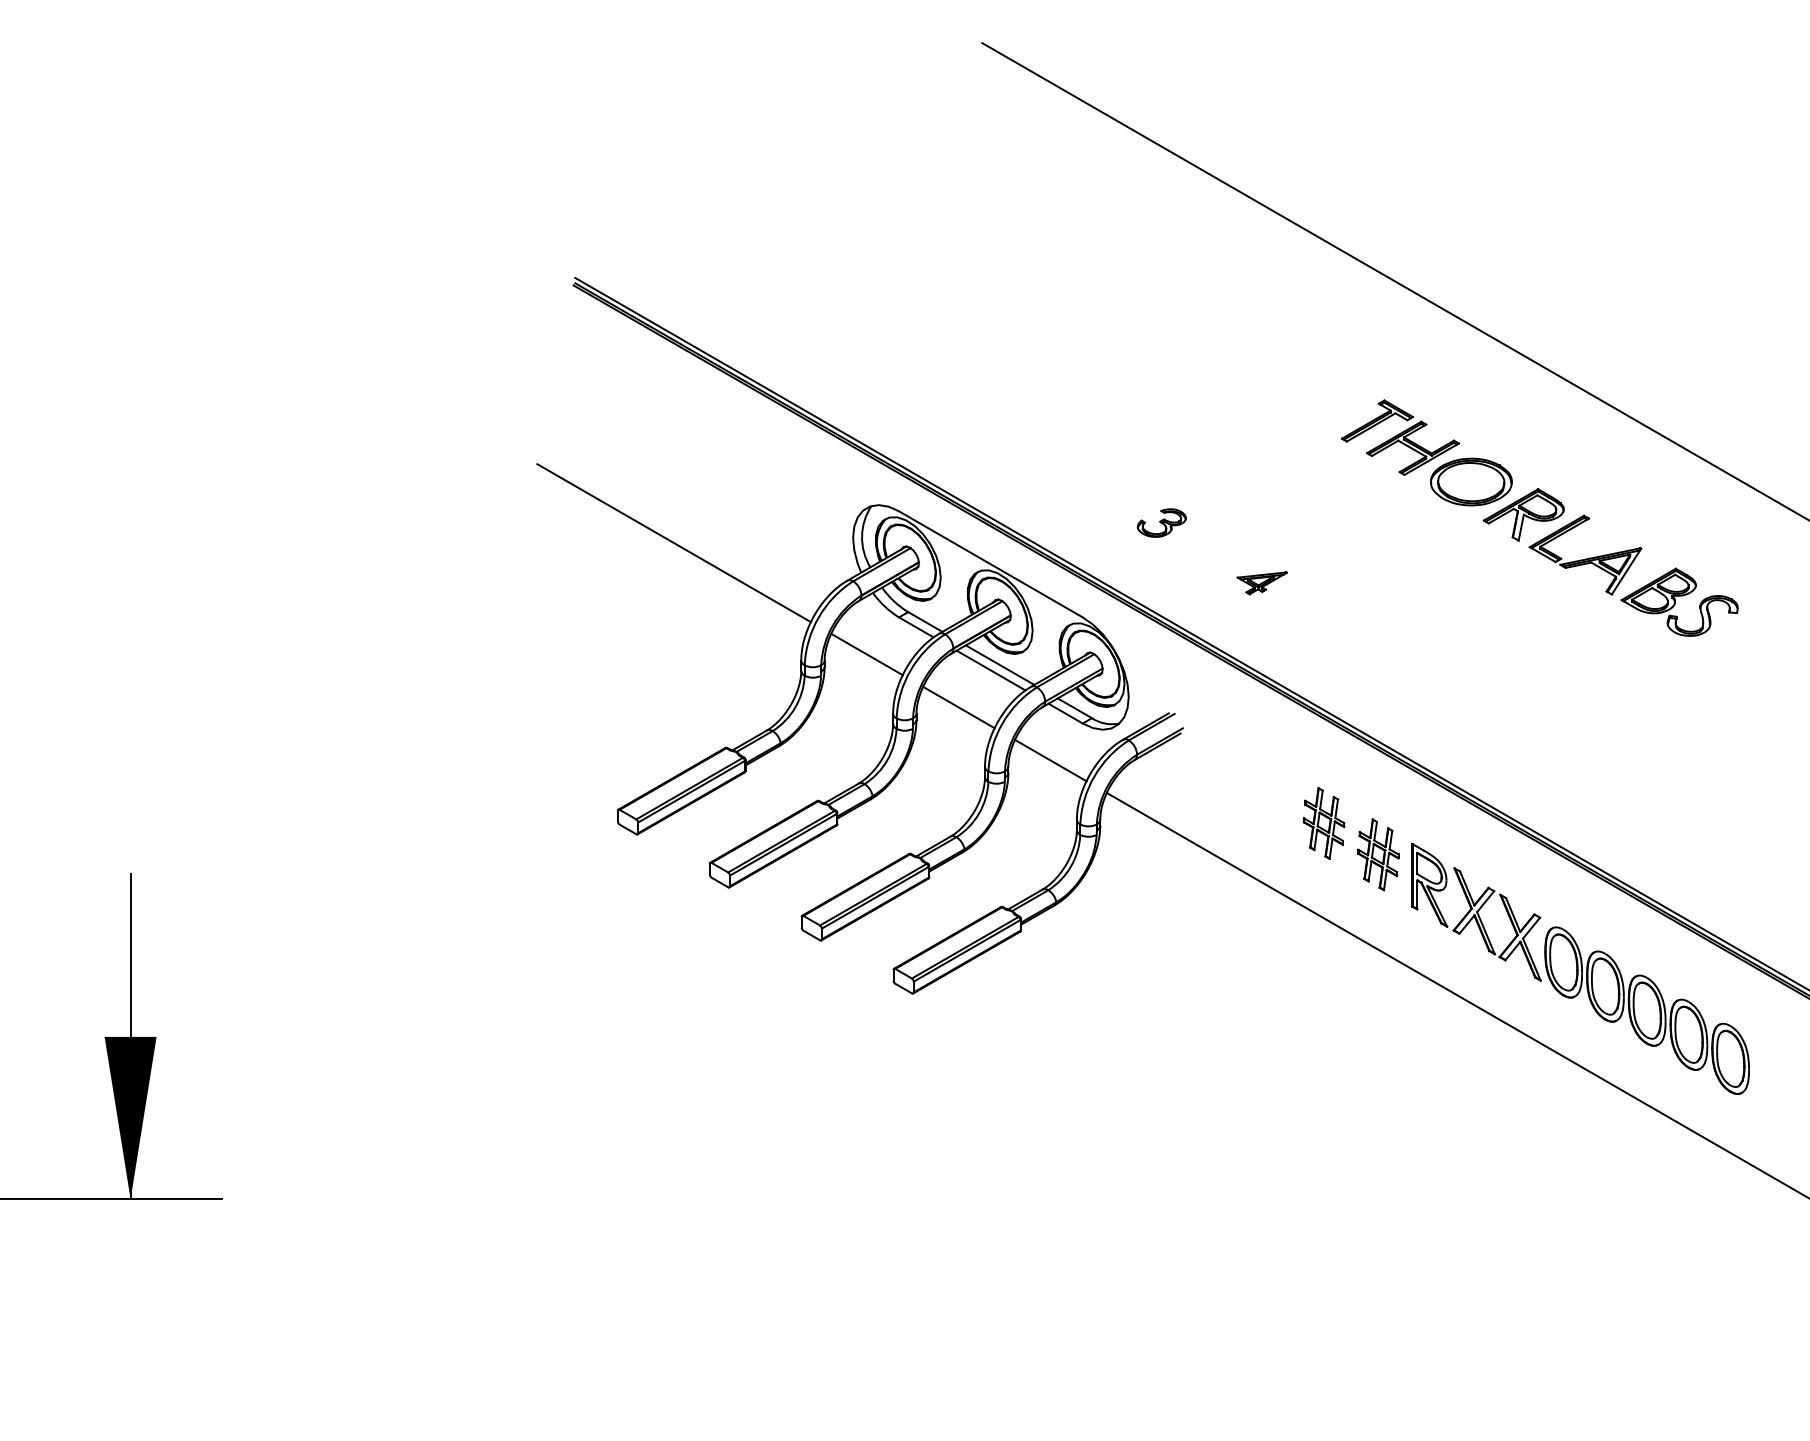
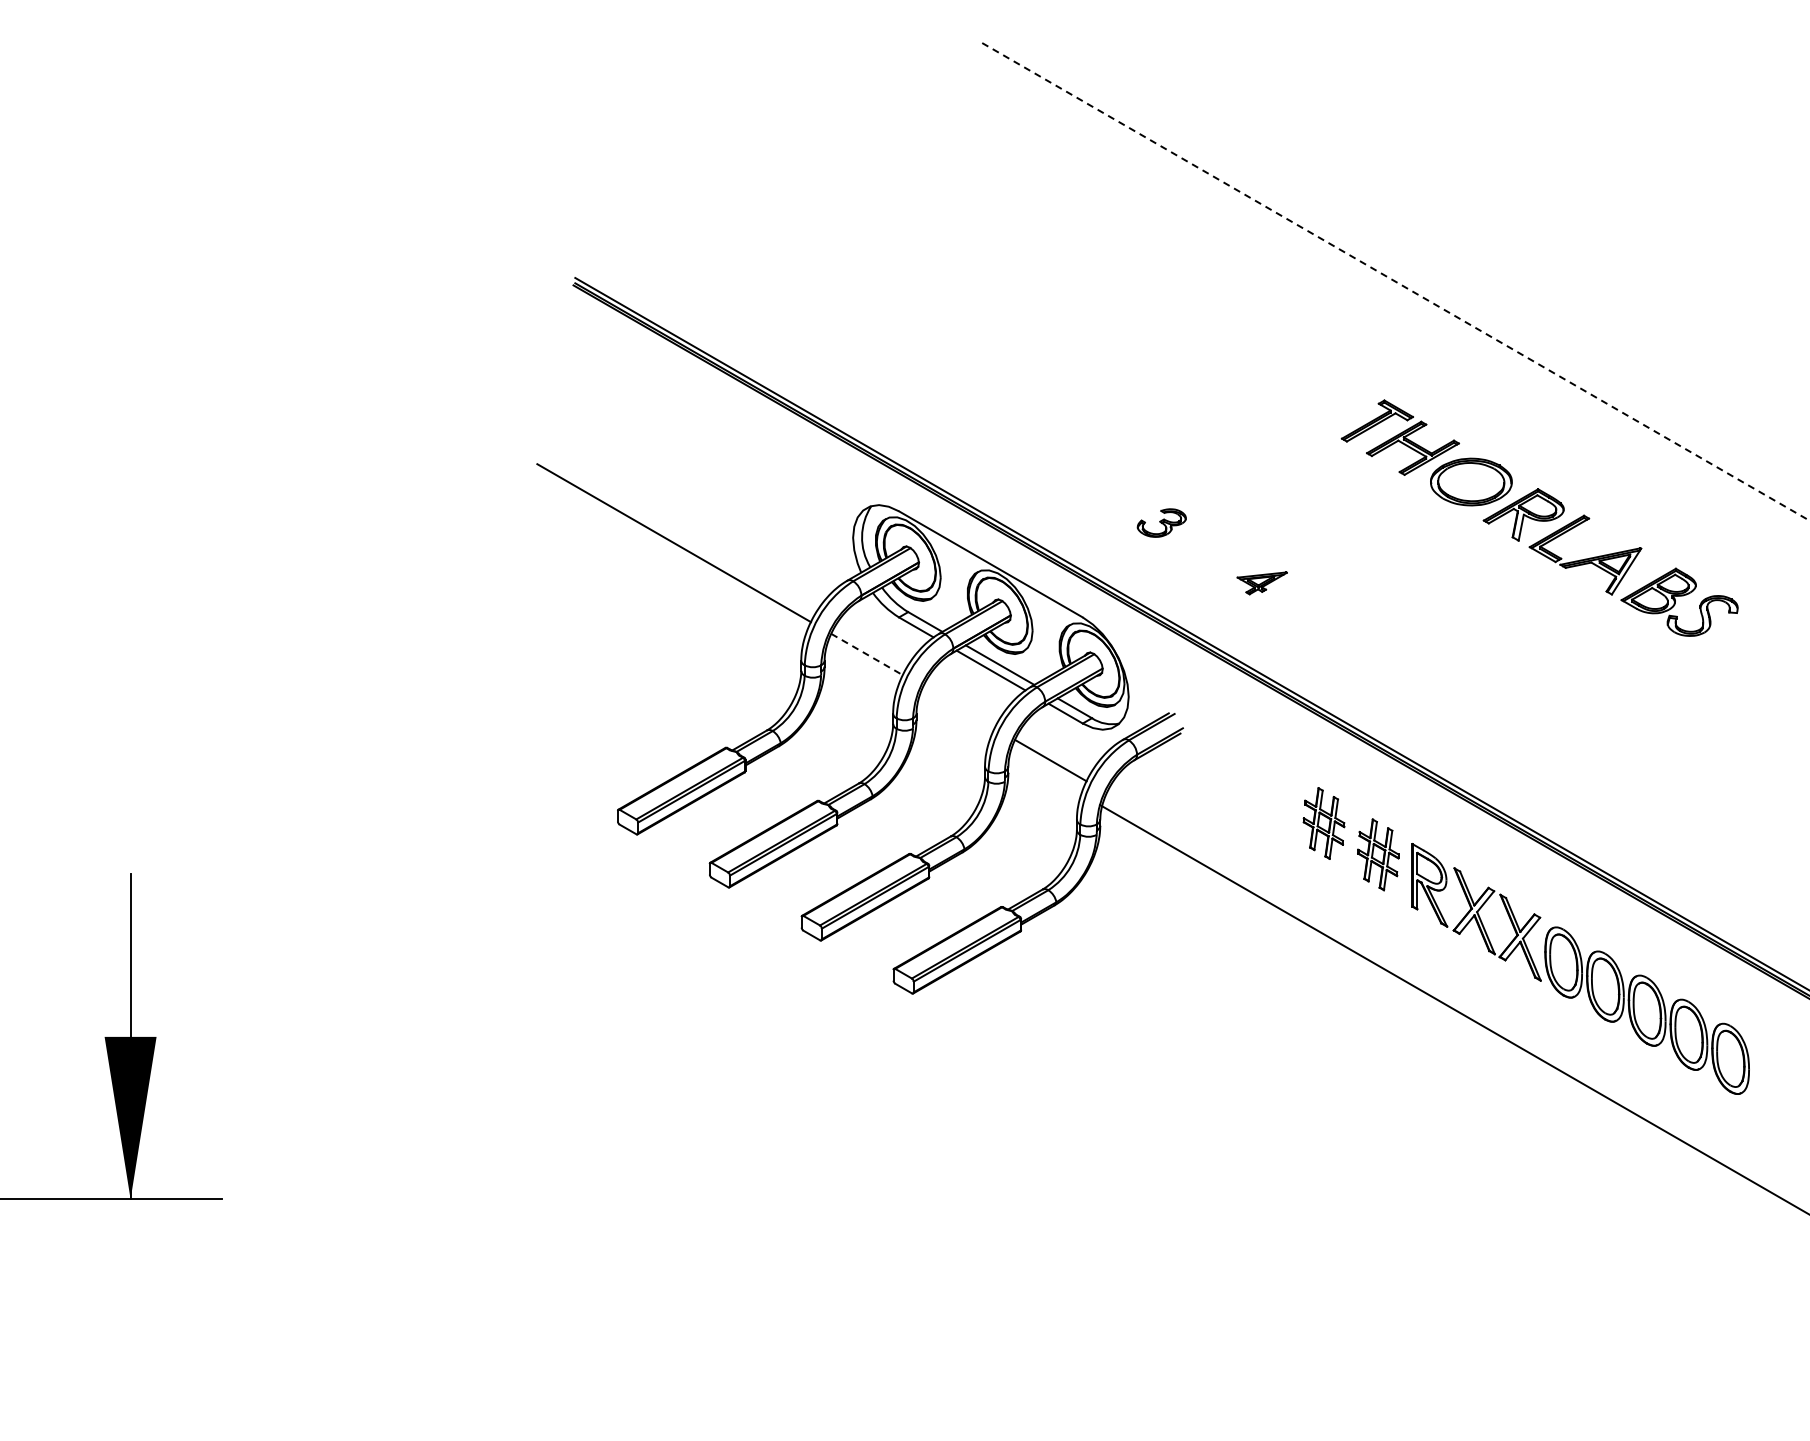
line at (1396, 281): solid -> dashed
line at (867, 654): solid -> dashed
line at (958, 707): present -> none
line at (1456, 994) position: (1456, 994) -> (1452, 1008)
